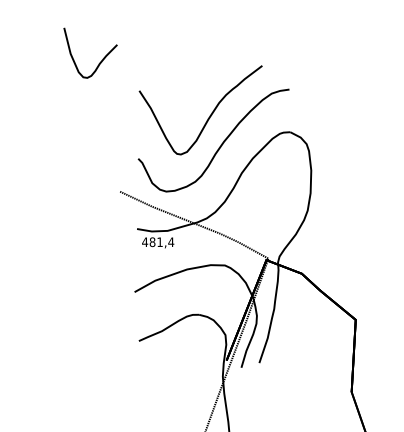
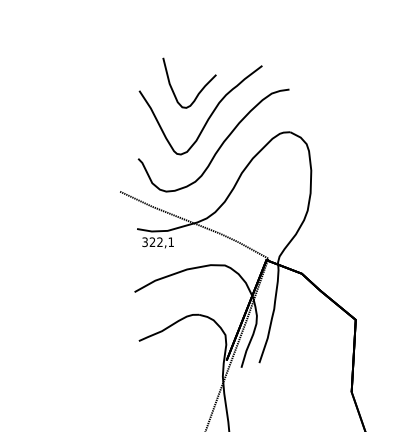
curve at (102, 58) position: (102, 58) -> (201, 88)
text at (158, 242): 481,4 -> 322,1
